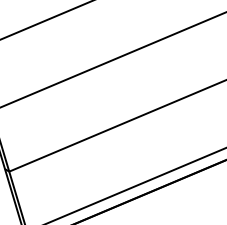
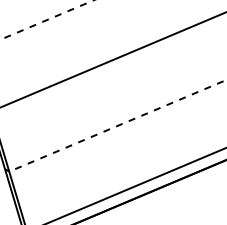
line at (46, 20): solid -> dashed
line at (117, 125): solid -> dashed
